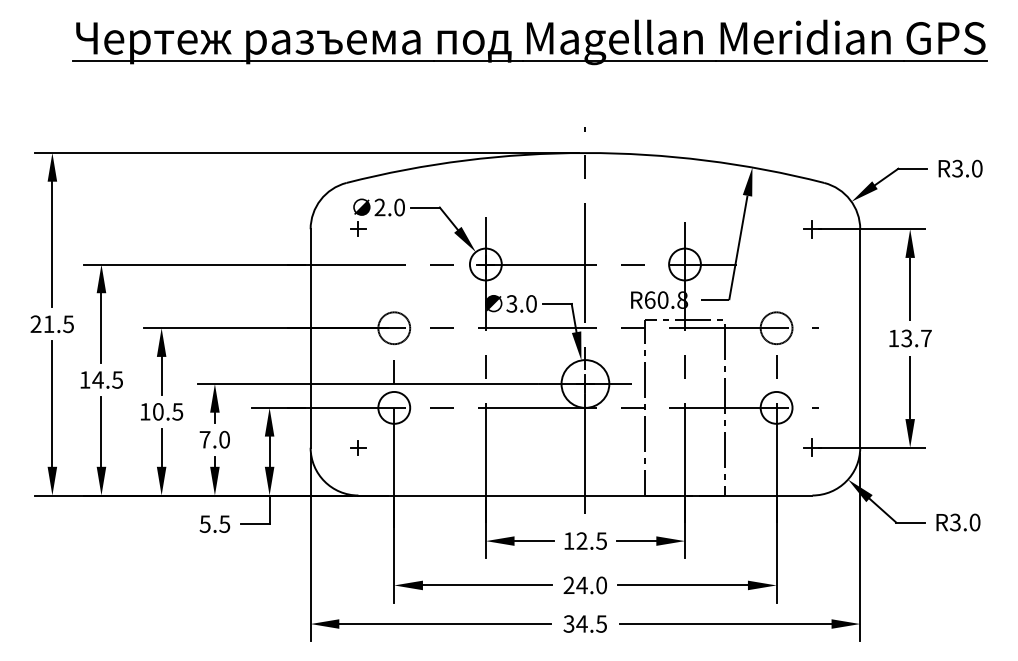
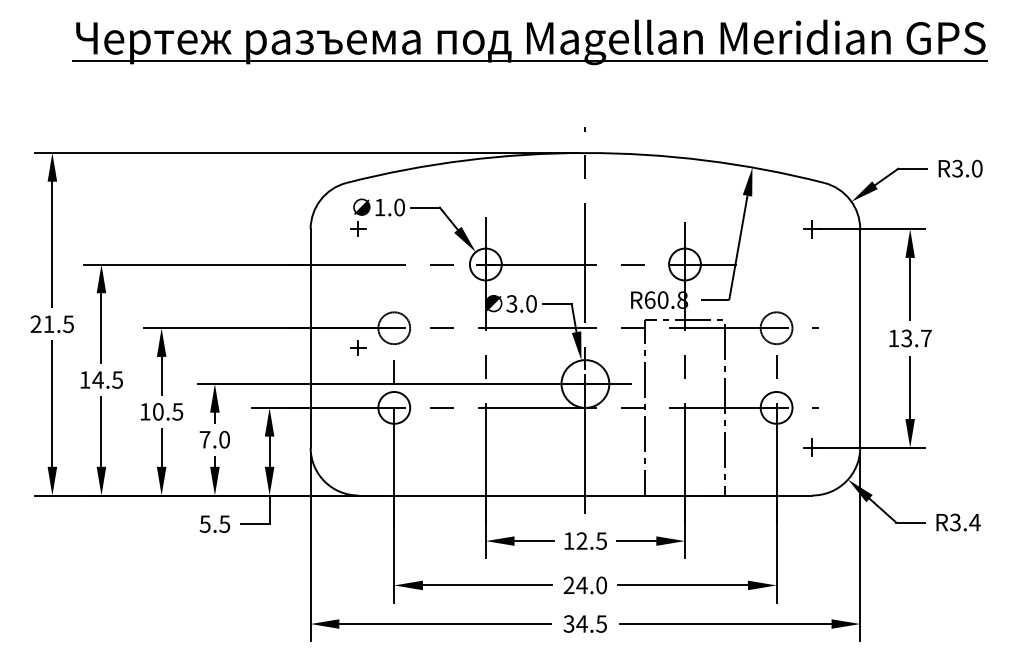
text at (379, 207): 2.0 -> 1.0
part at (358, 447) position: (358, 447) -> (358, 347)
text at (974, 522): R3.0 -> R3.4
